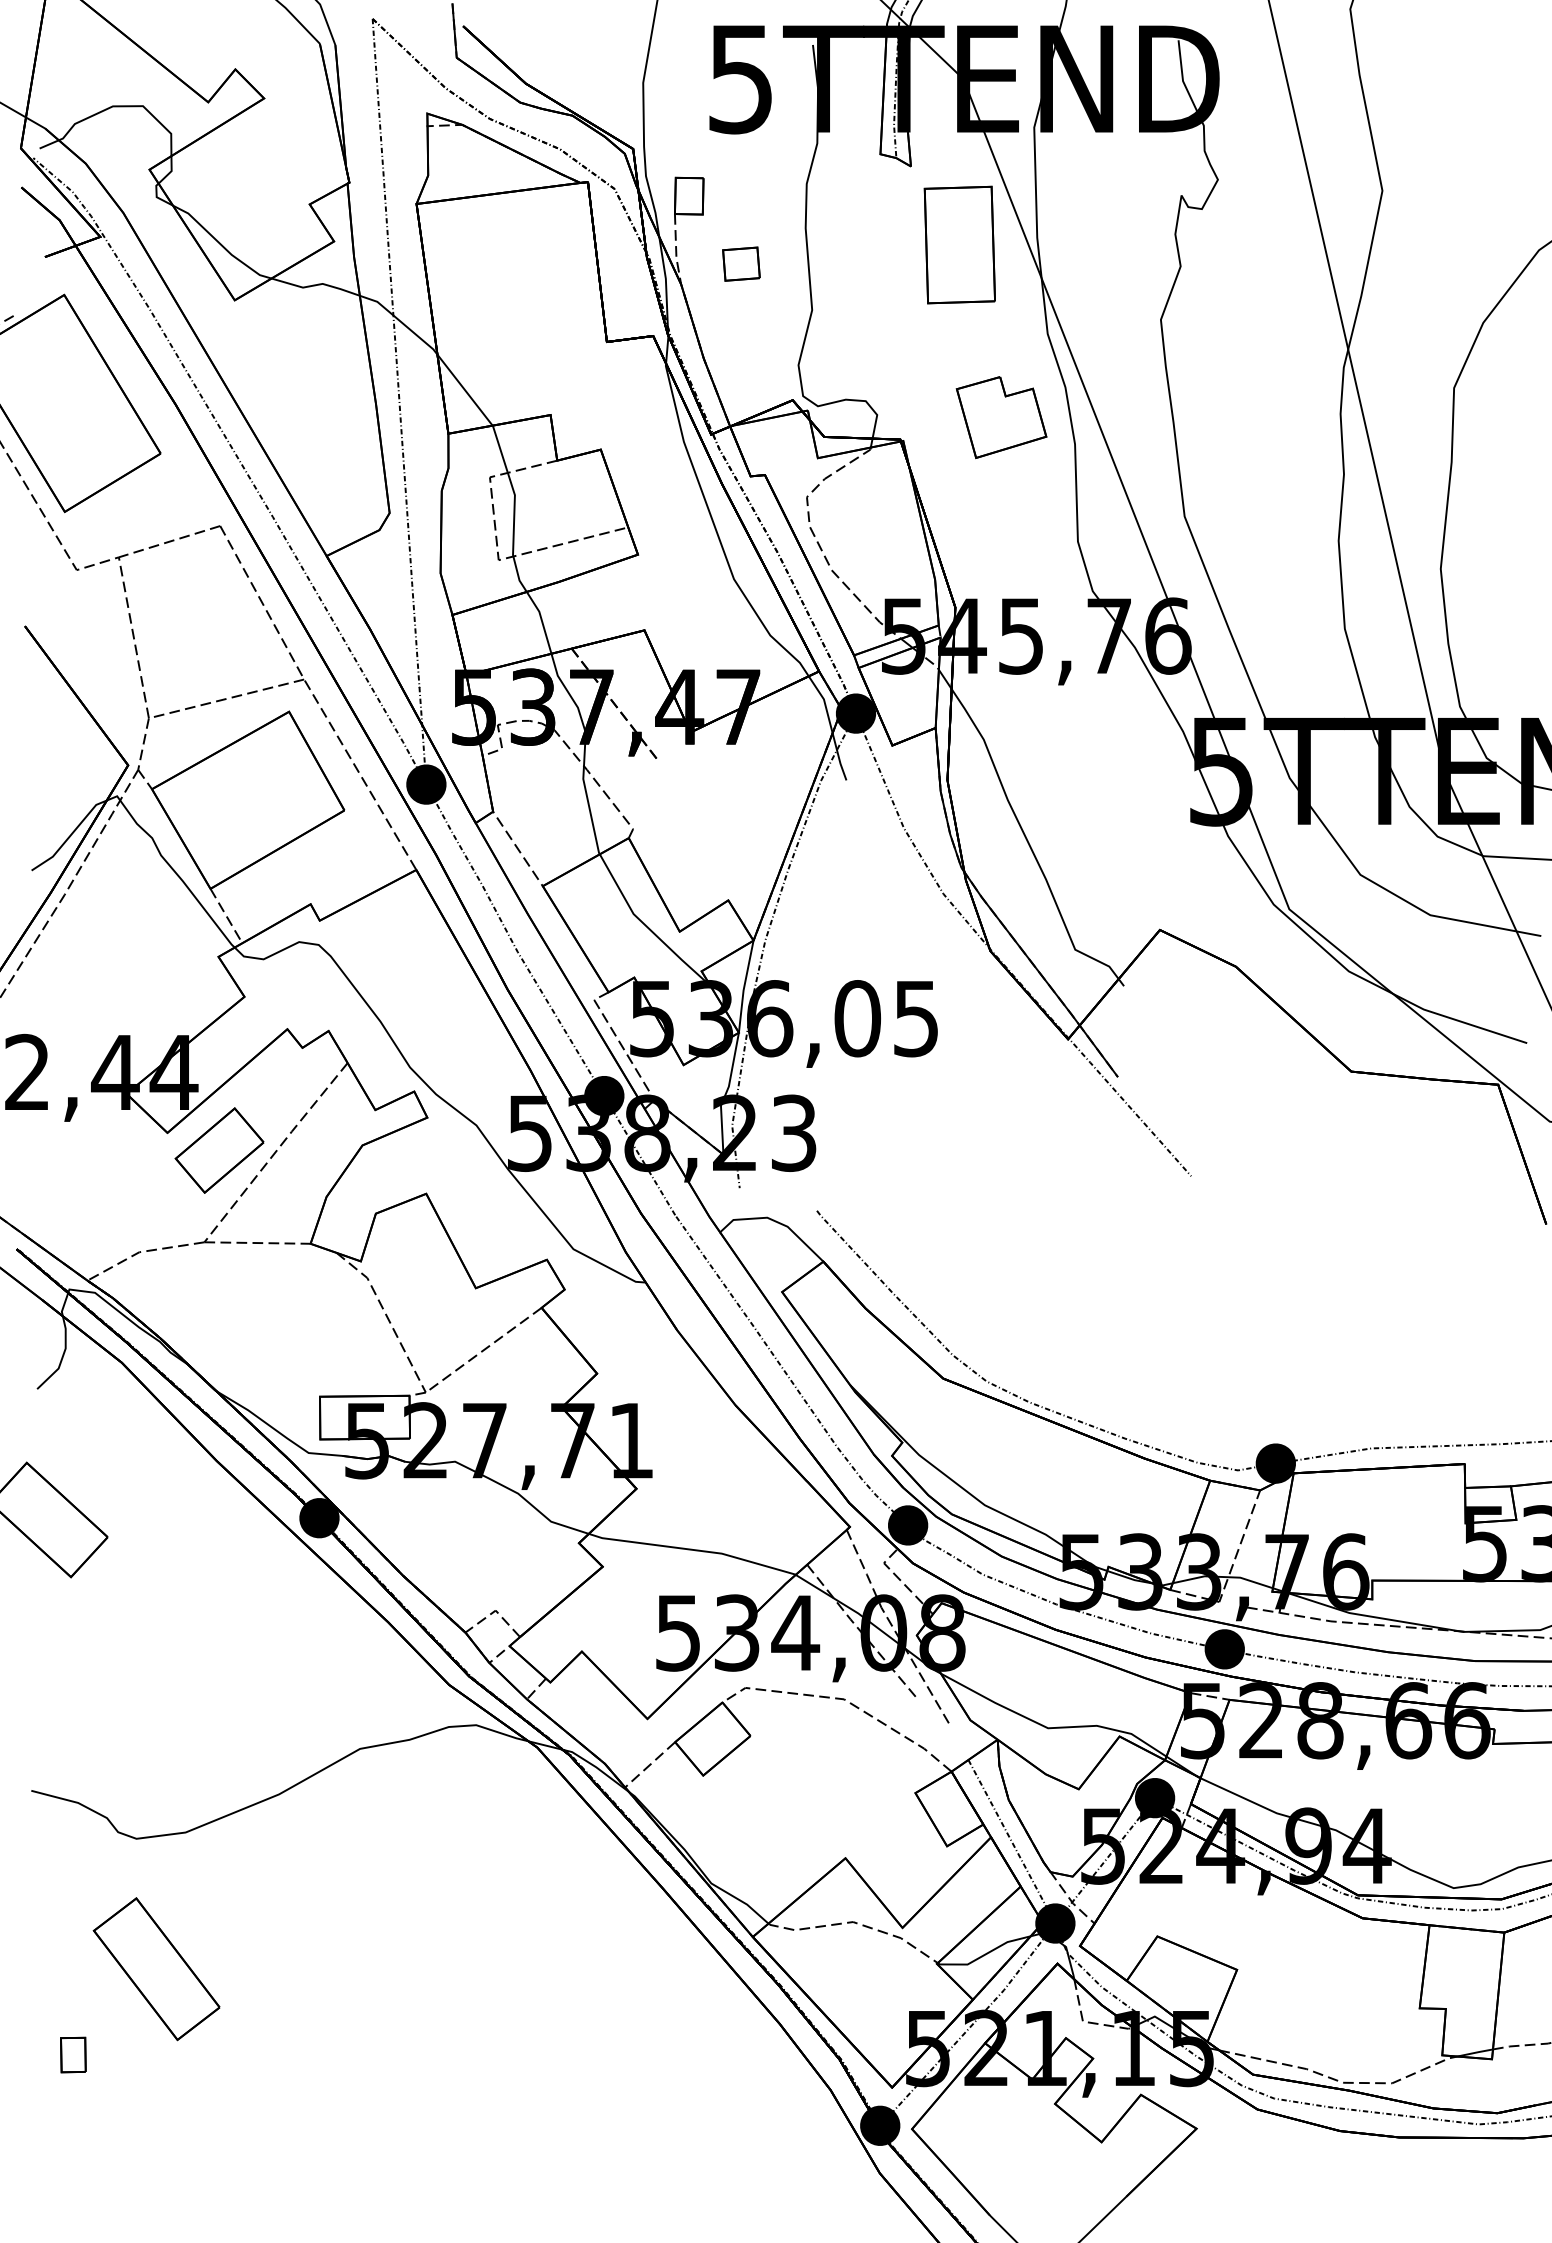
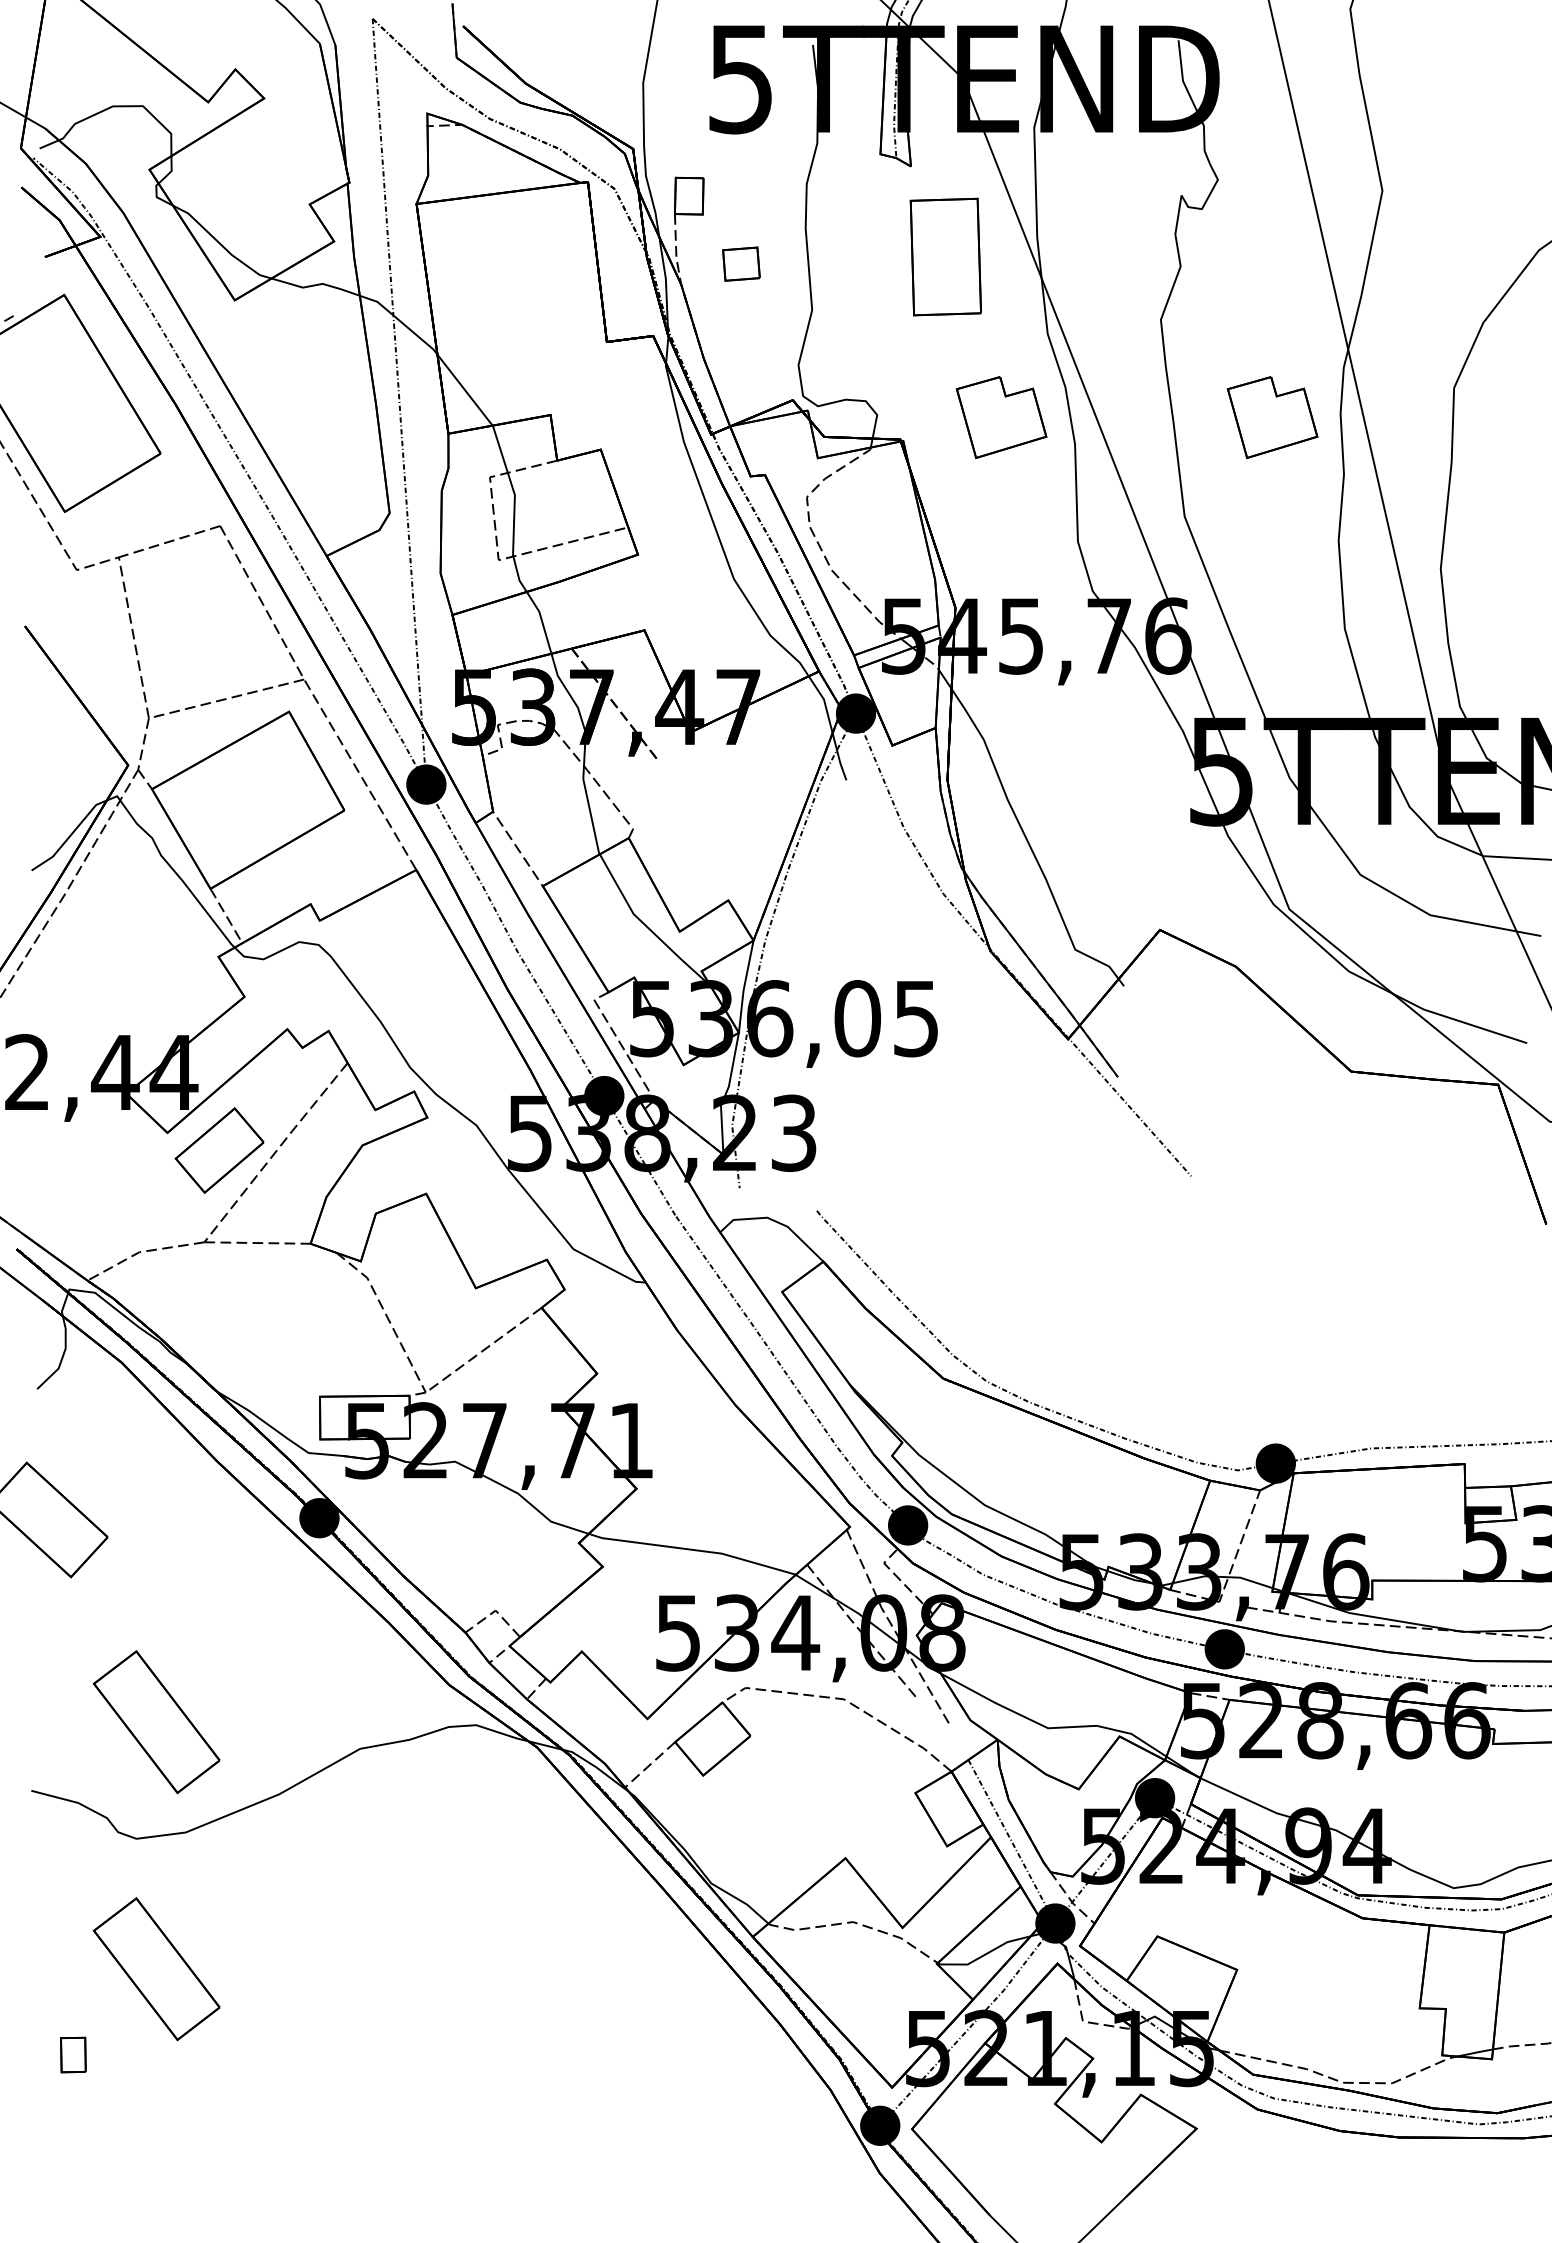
part at (959, 244) position: (959, 244) -> (945, 256)
part at (1272, 417): none -> present
part at (156, 1722): none -> present
